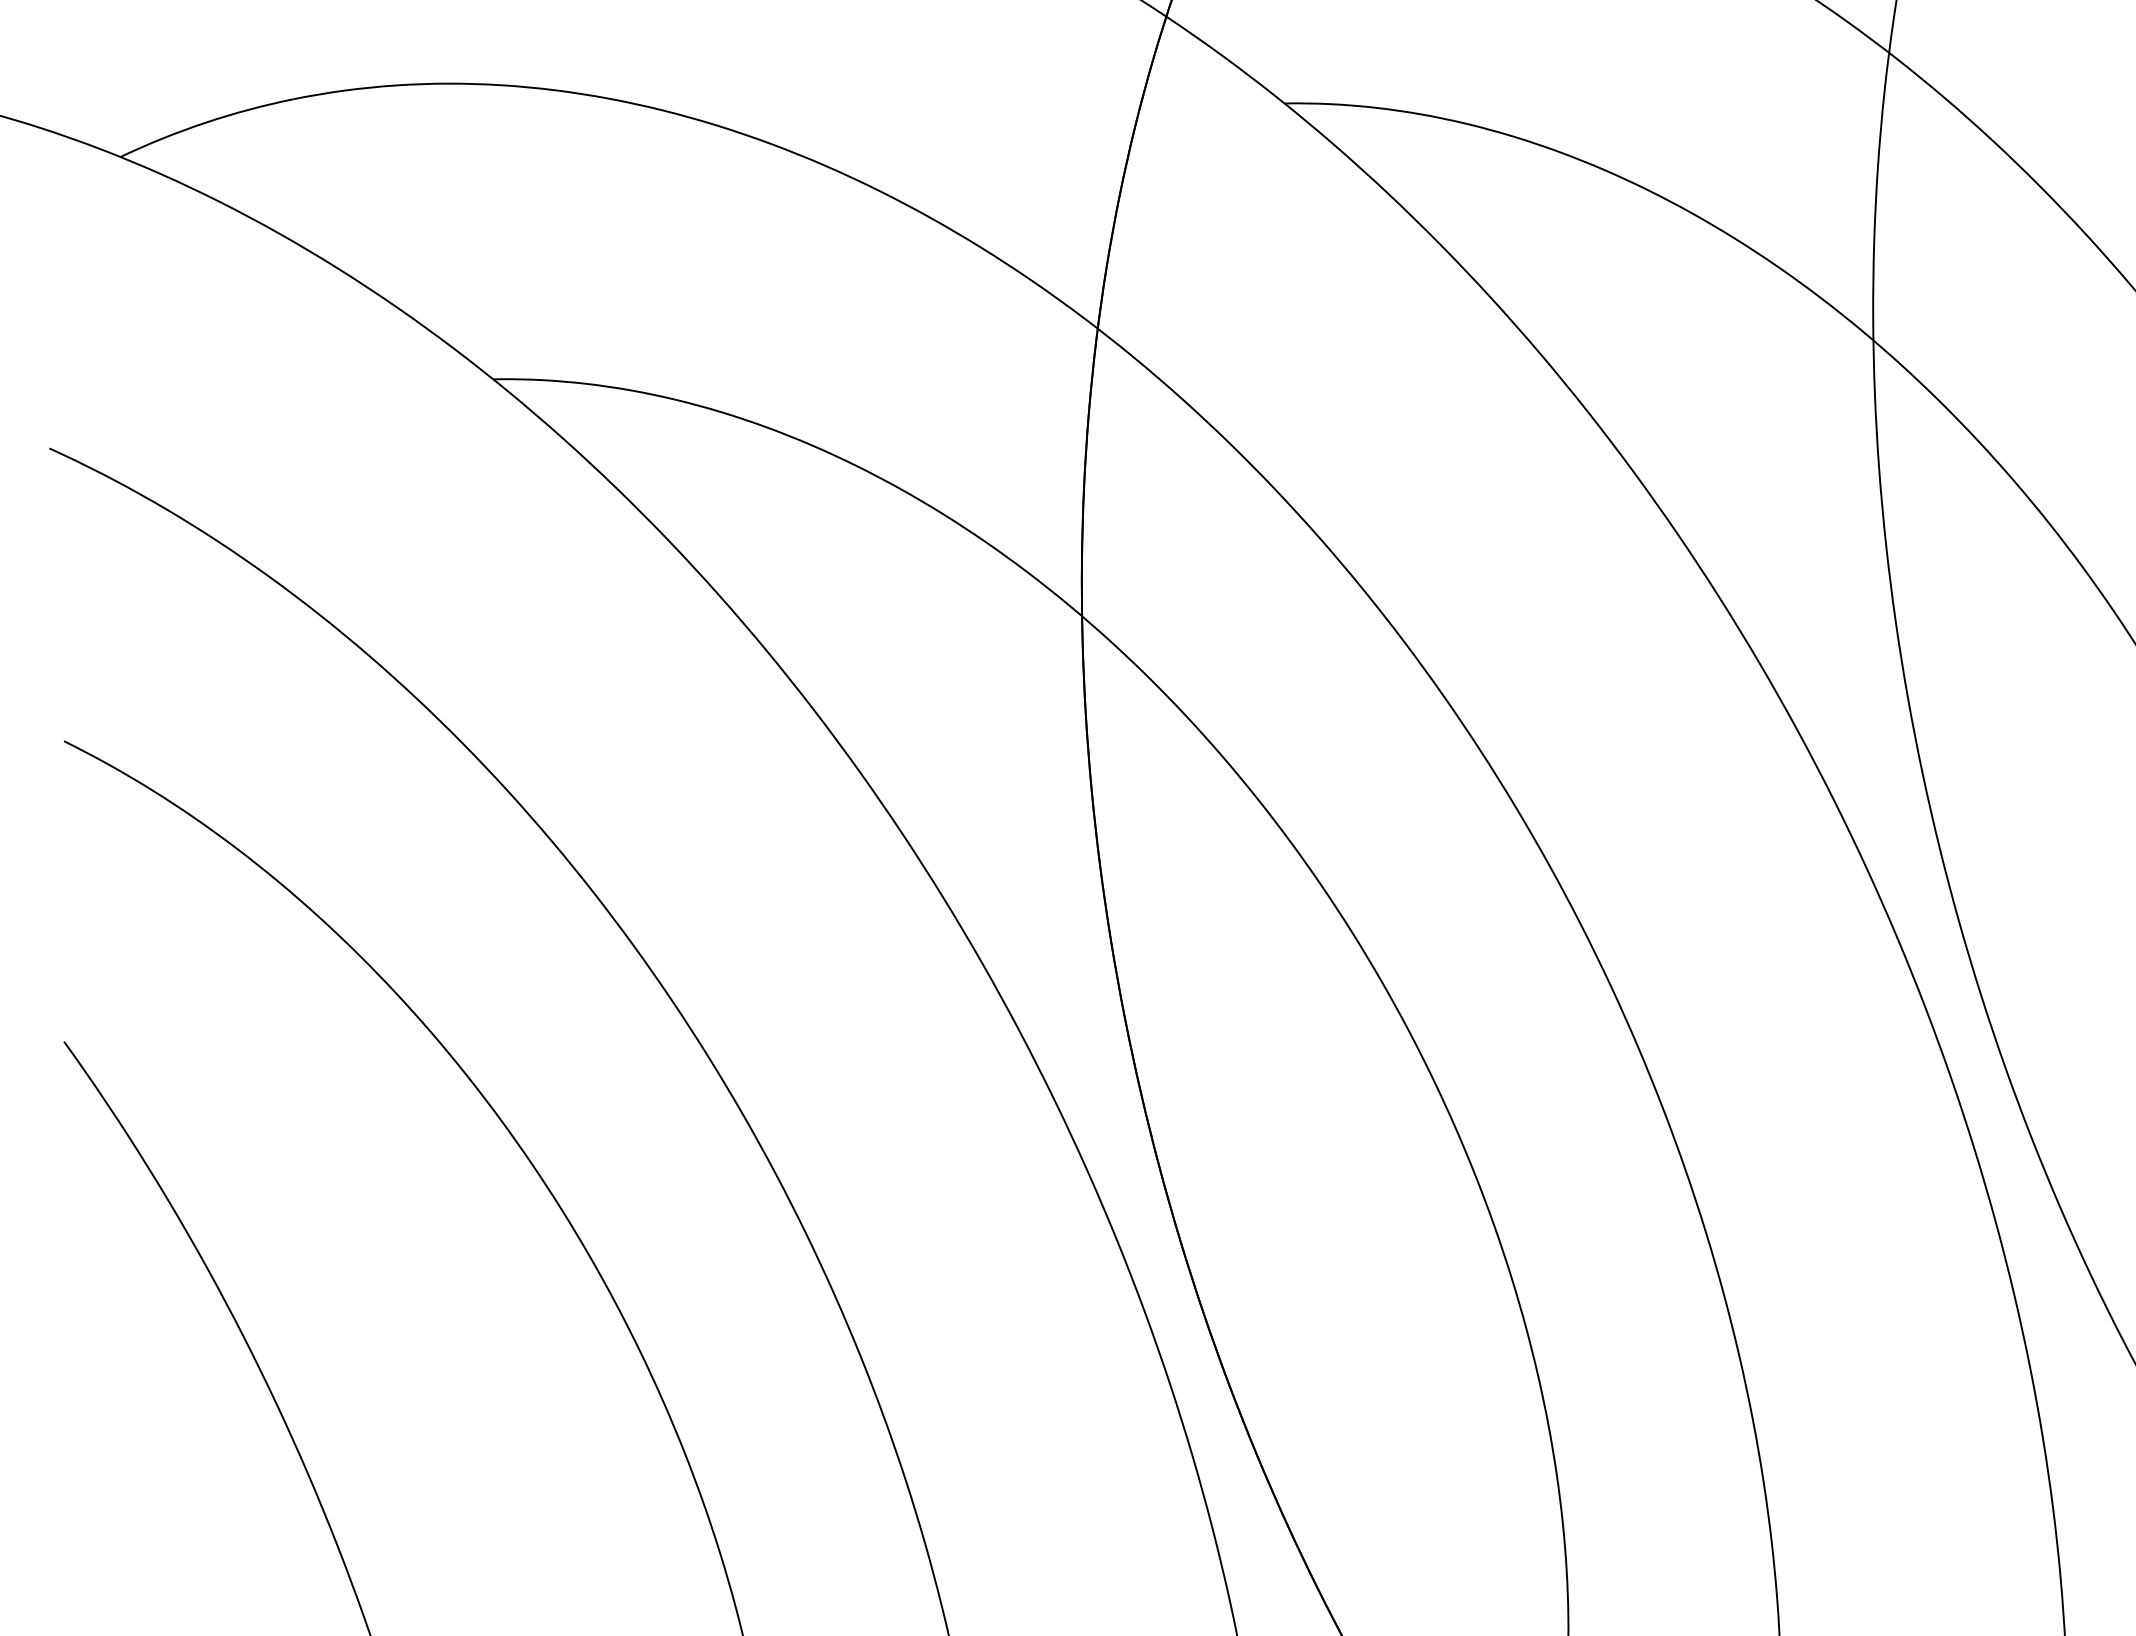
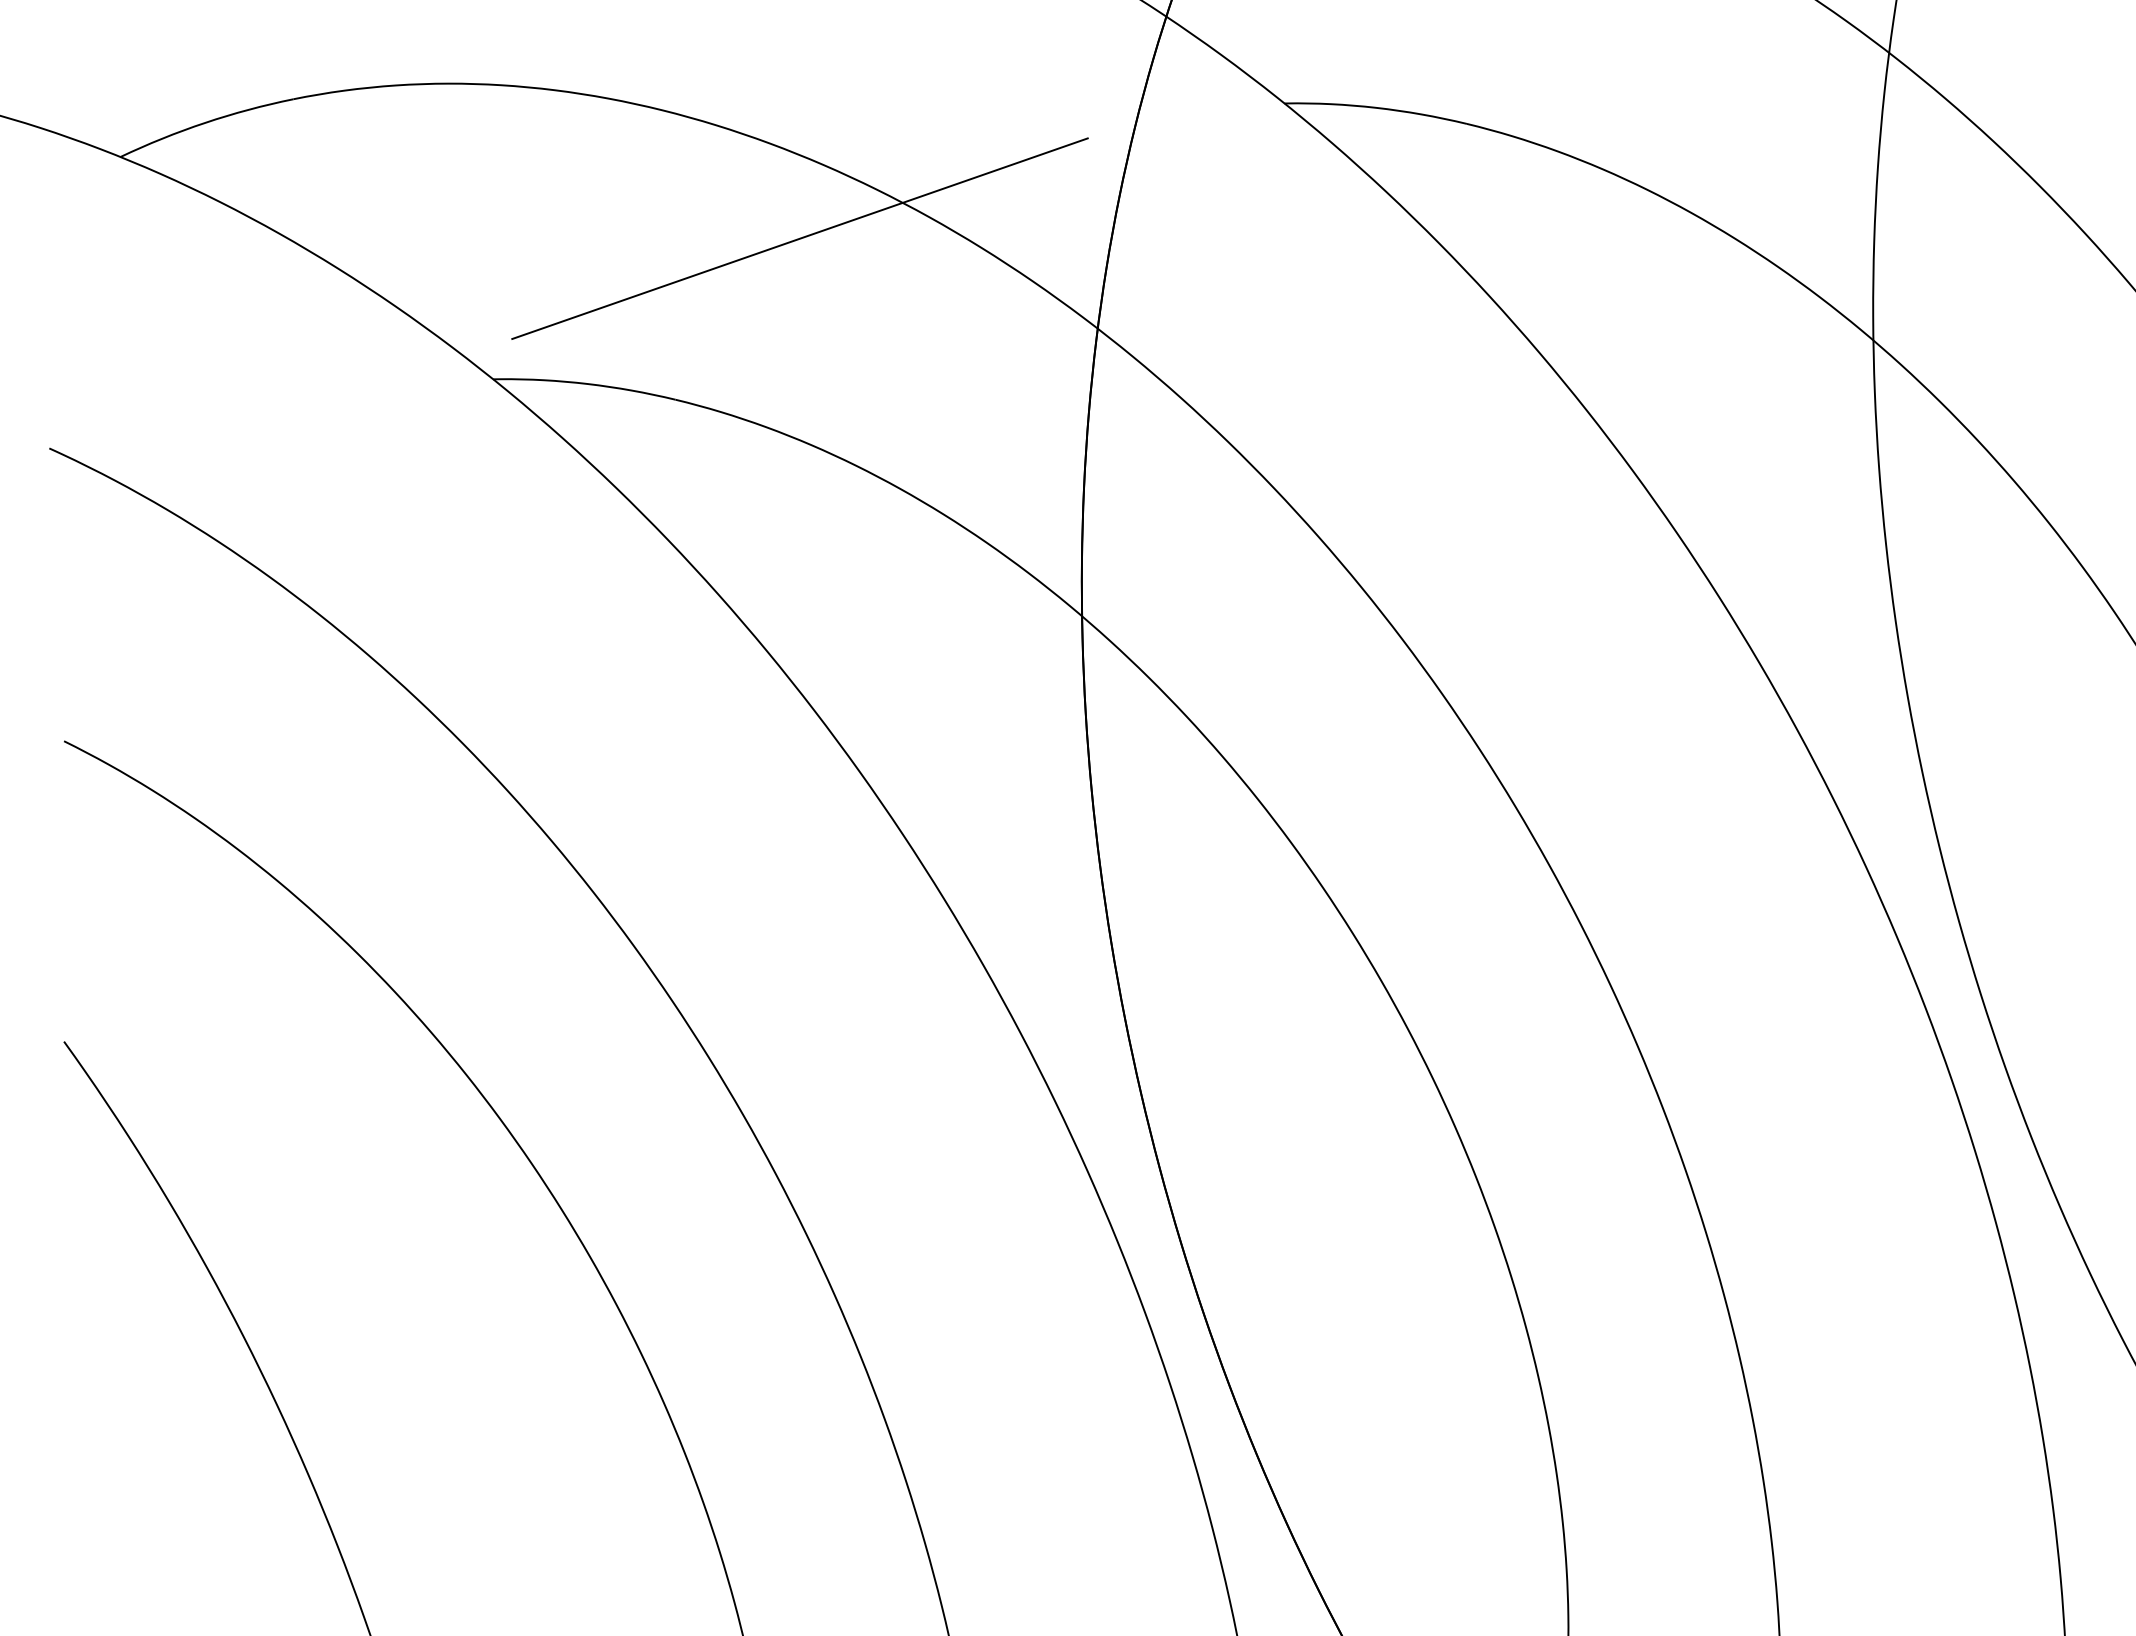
line at (799, 238): none -> present
